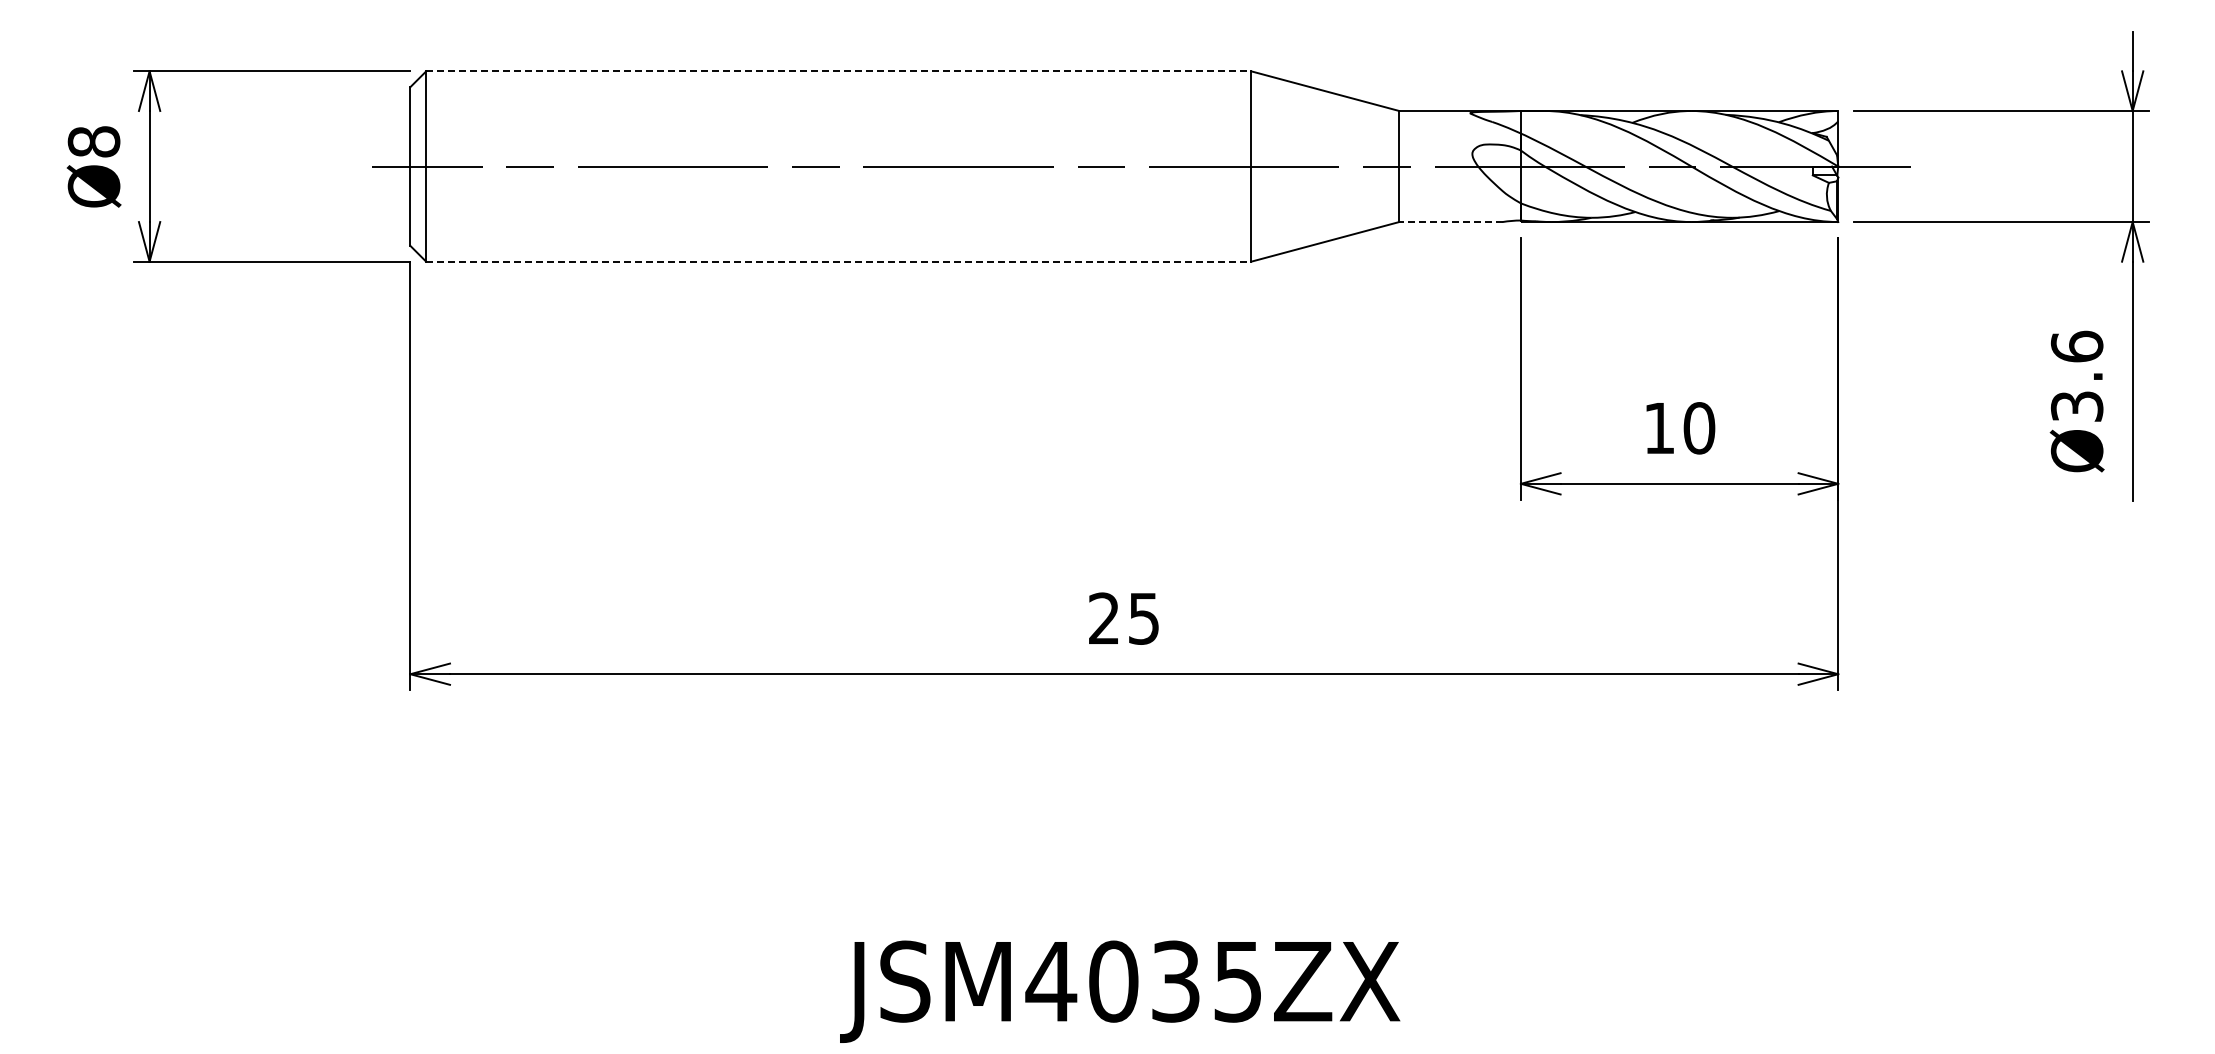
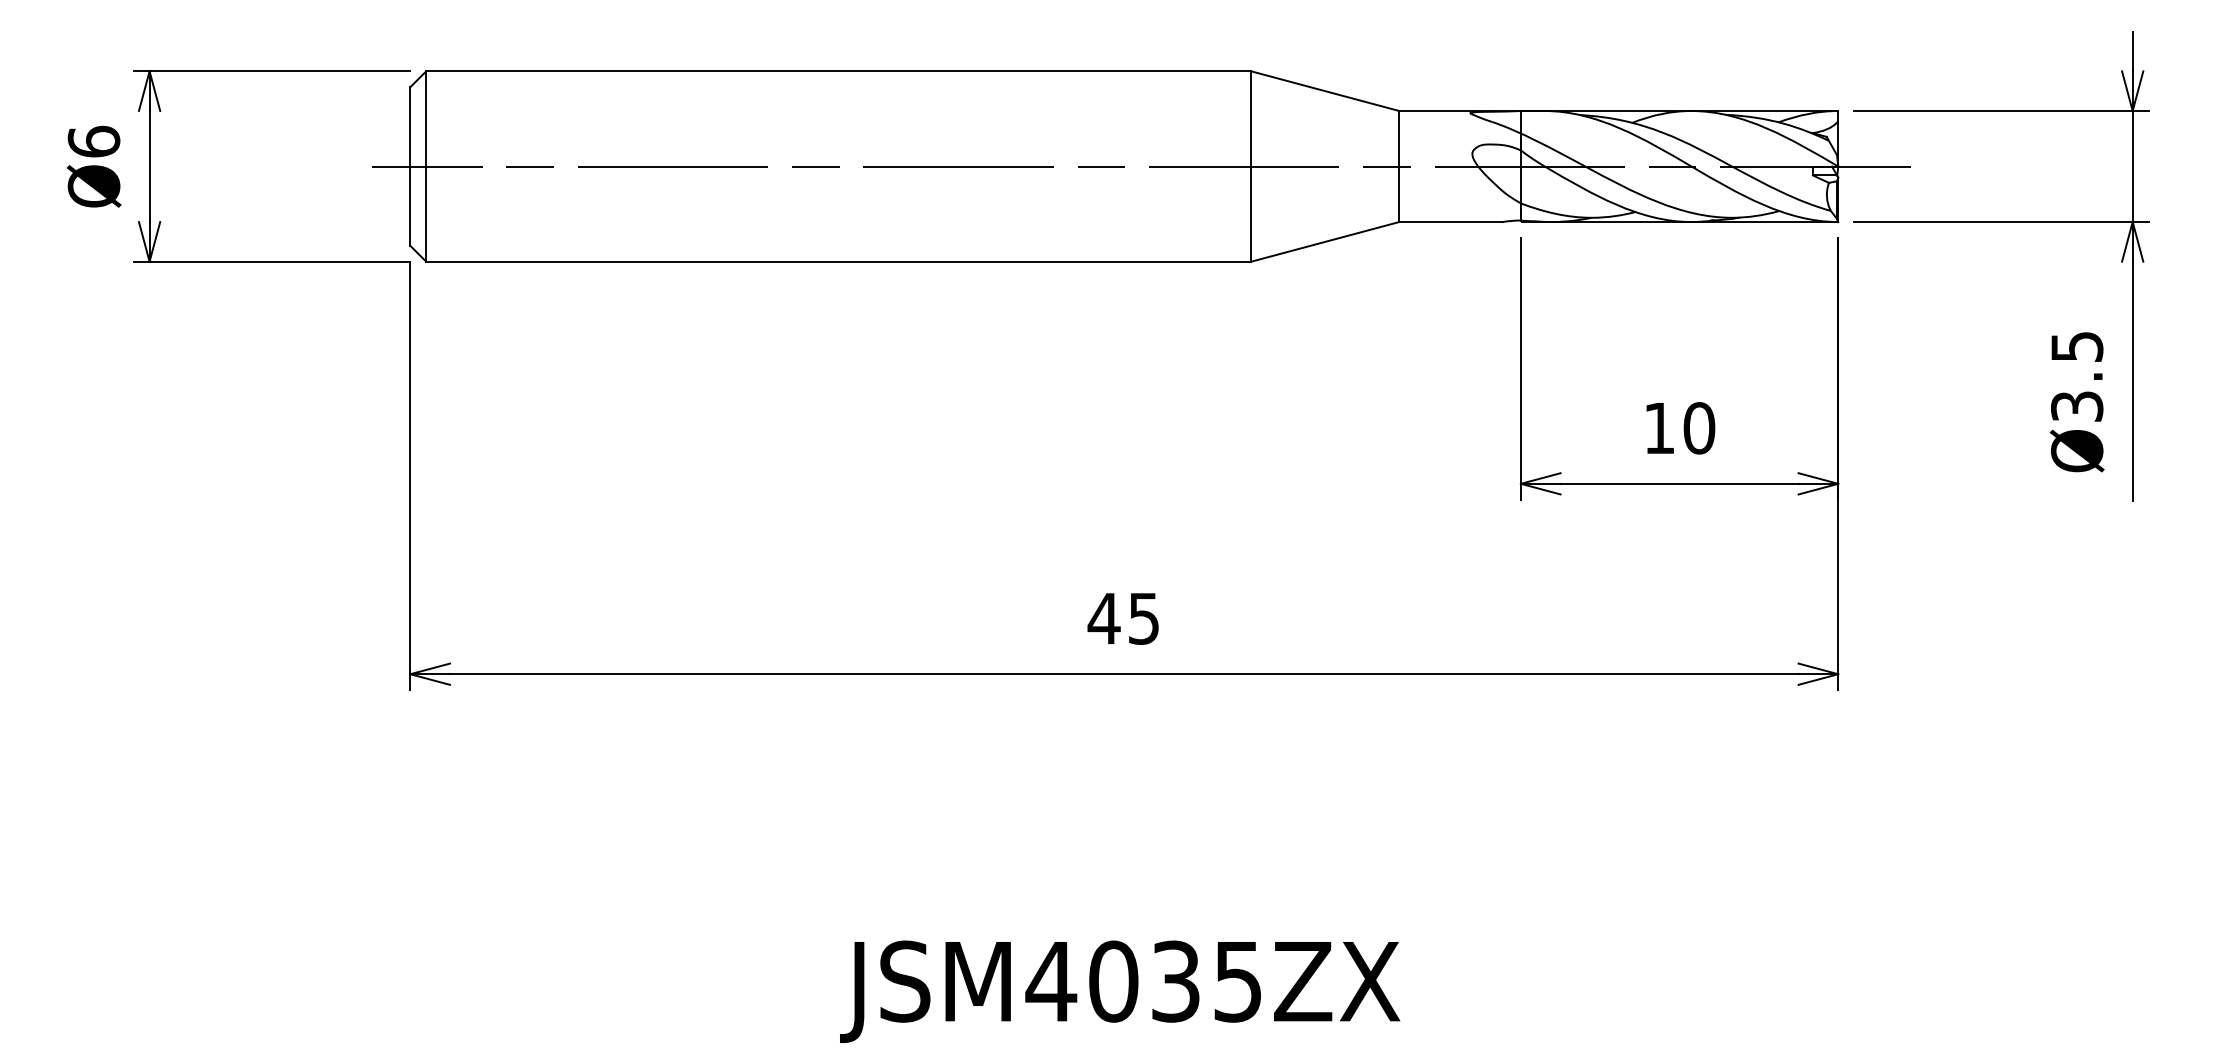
line at (838, 71): dashed -> solid
text at (93, 141): Ø8 -> Ø6
line at (1450, 222): dashed -> solid
line at (838, 261): dashed -> solid
text at (2076, 346): Ø3.6 -> Ø3.5
text at (1103, 617): 25 -> 45
